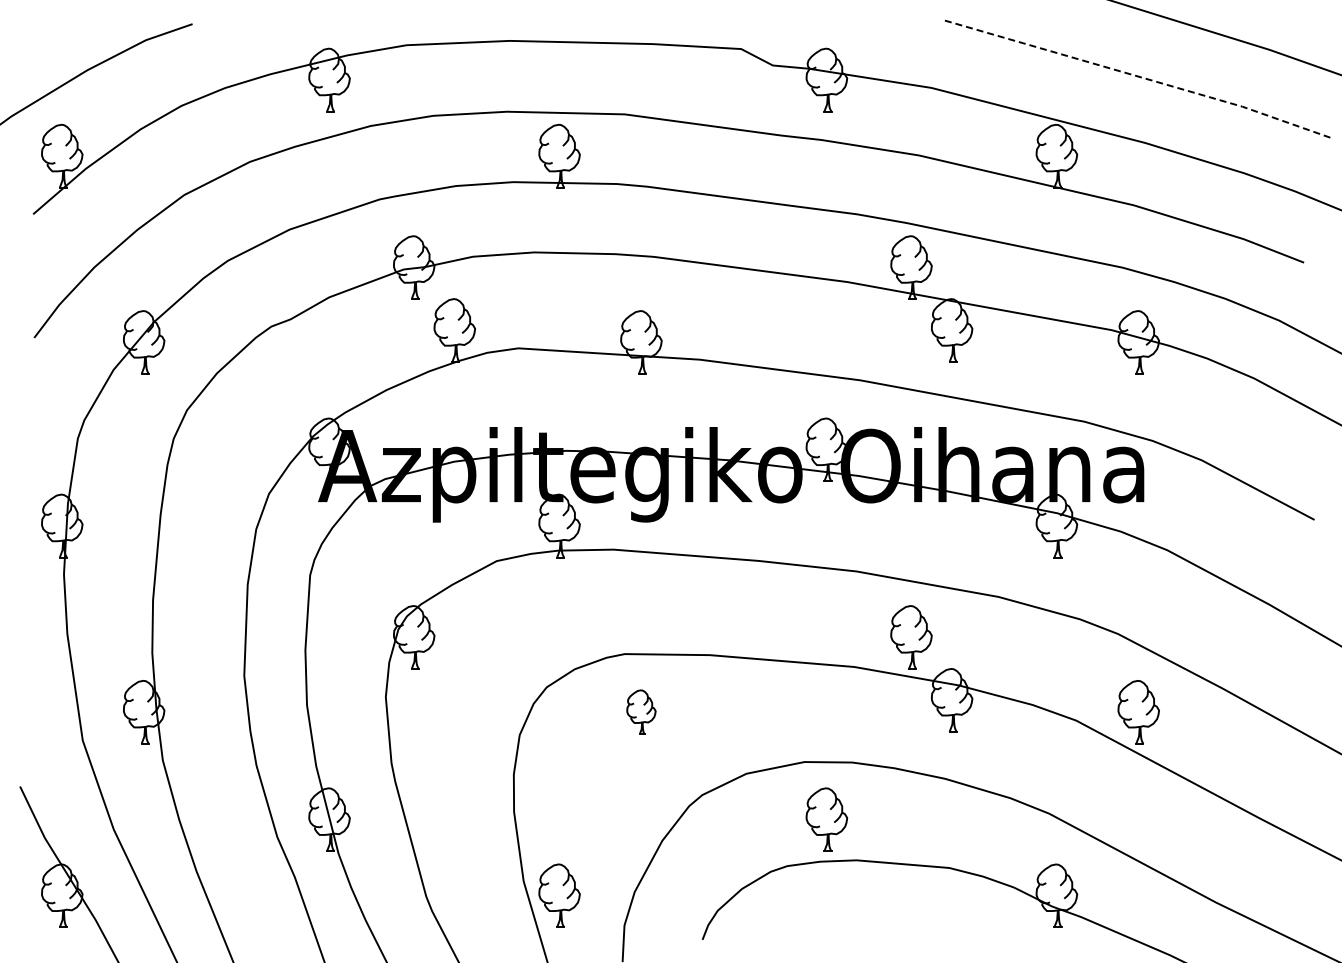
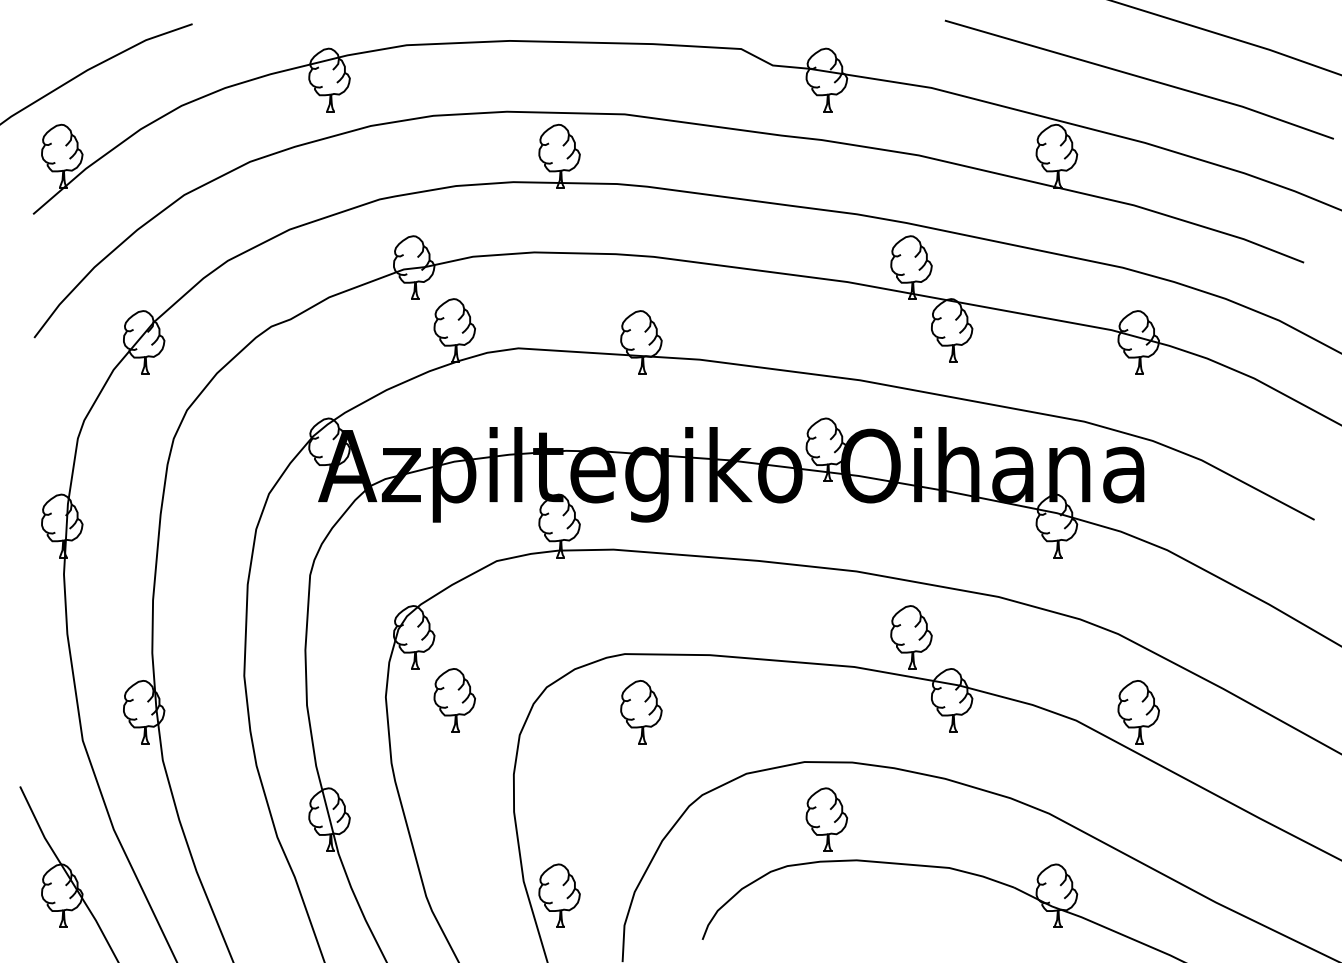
line at (1140, 77): dashed -> solid
part at (454, 700): none -> present
part at (641, 711) size: 31x46 px -> 43x65 px
